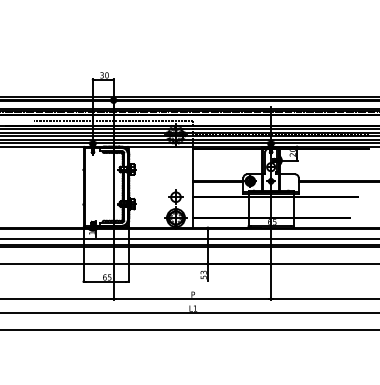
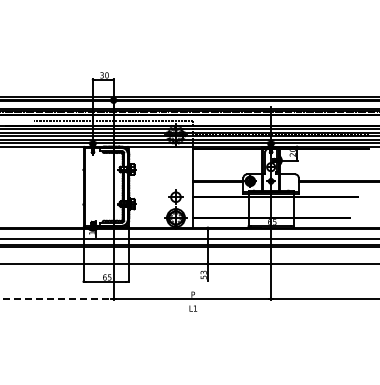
line at (56, 298): solid -> dashed
line at (189, 312): present -> none
line at (188, 330): present -> none
